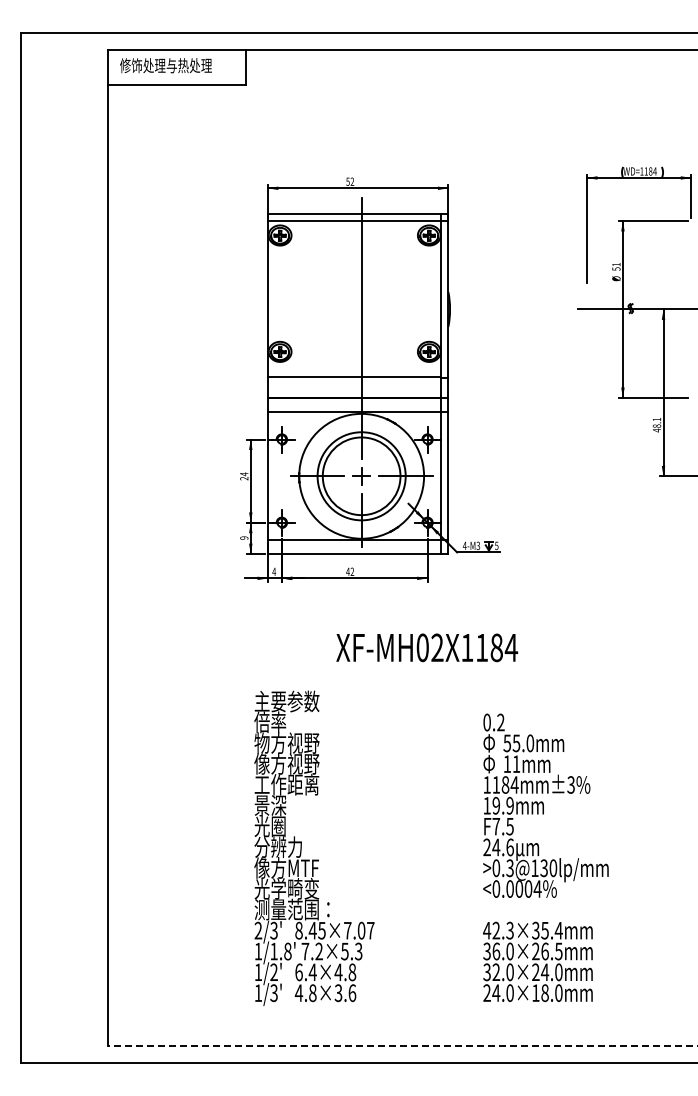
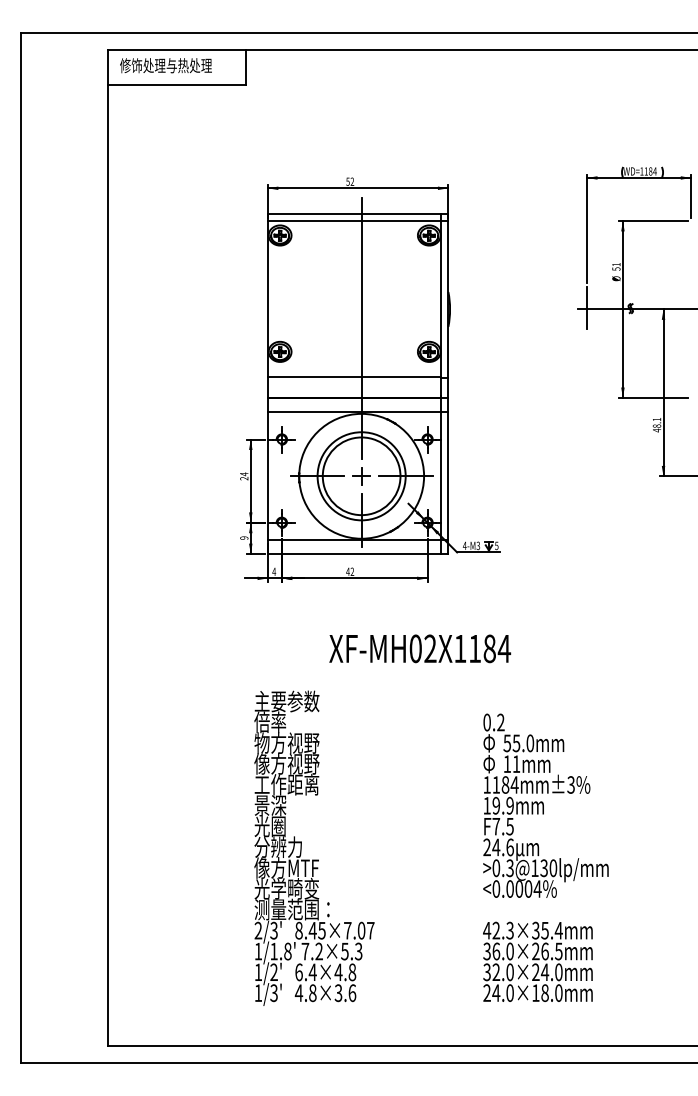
line at (587, 307): none -> present
text at (427, 647) position: (427, 647) -> (420, 648)
line at (402, 1045): dashed -> solid
